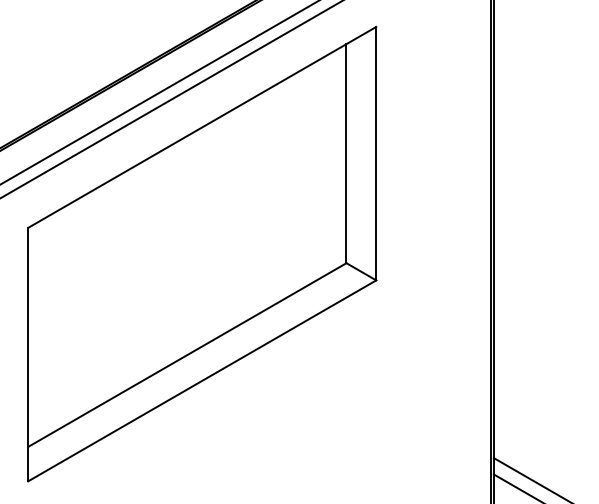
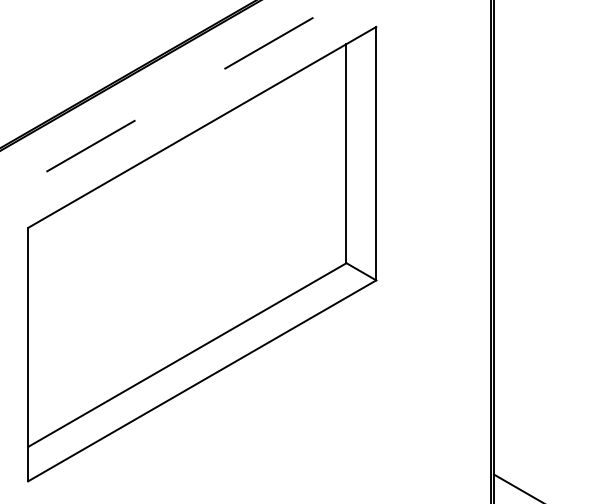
line at (159, 92): present -> none
line at (171, 99): solid -> dashed
line at (530, 479): present -> none
